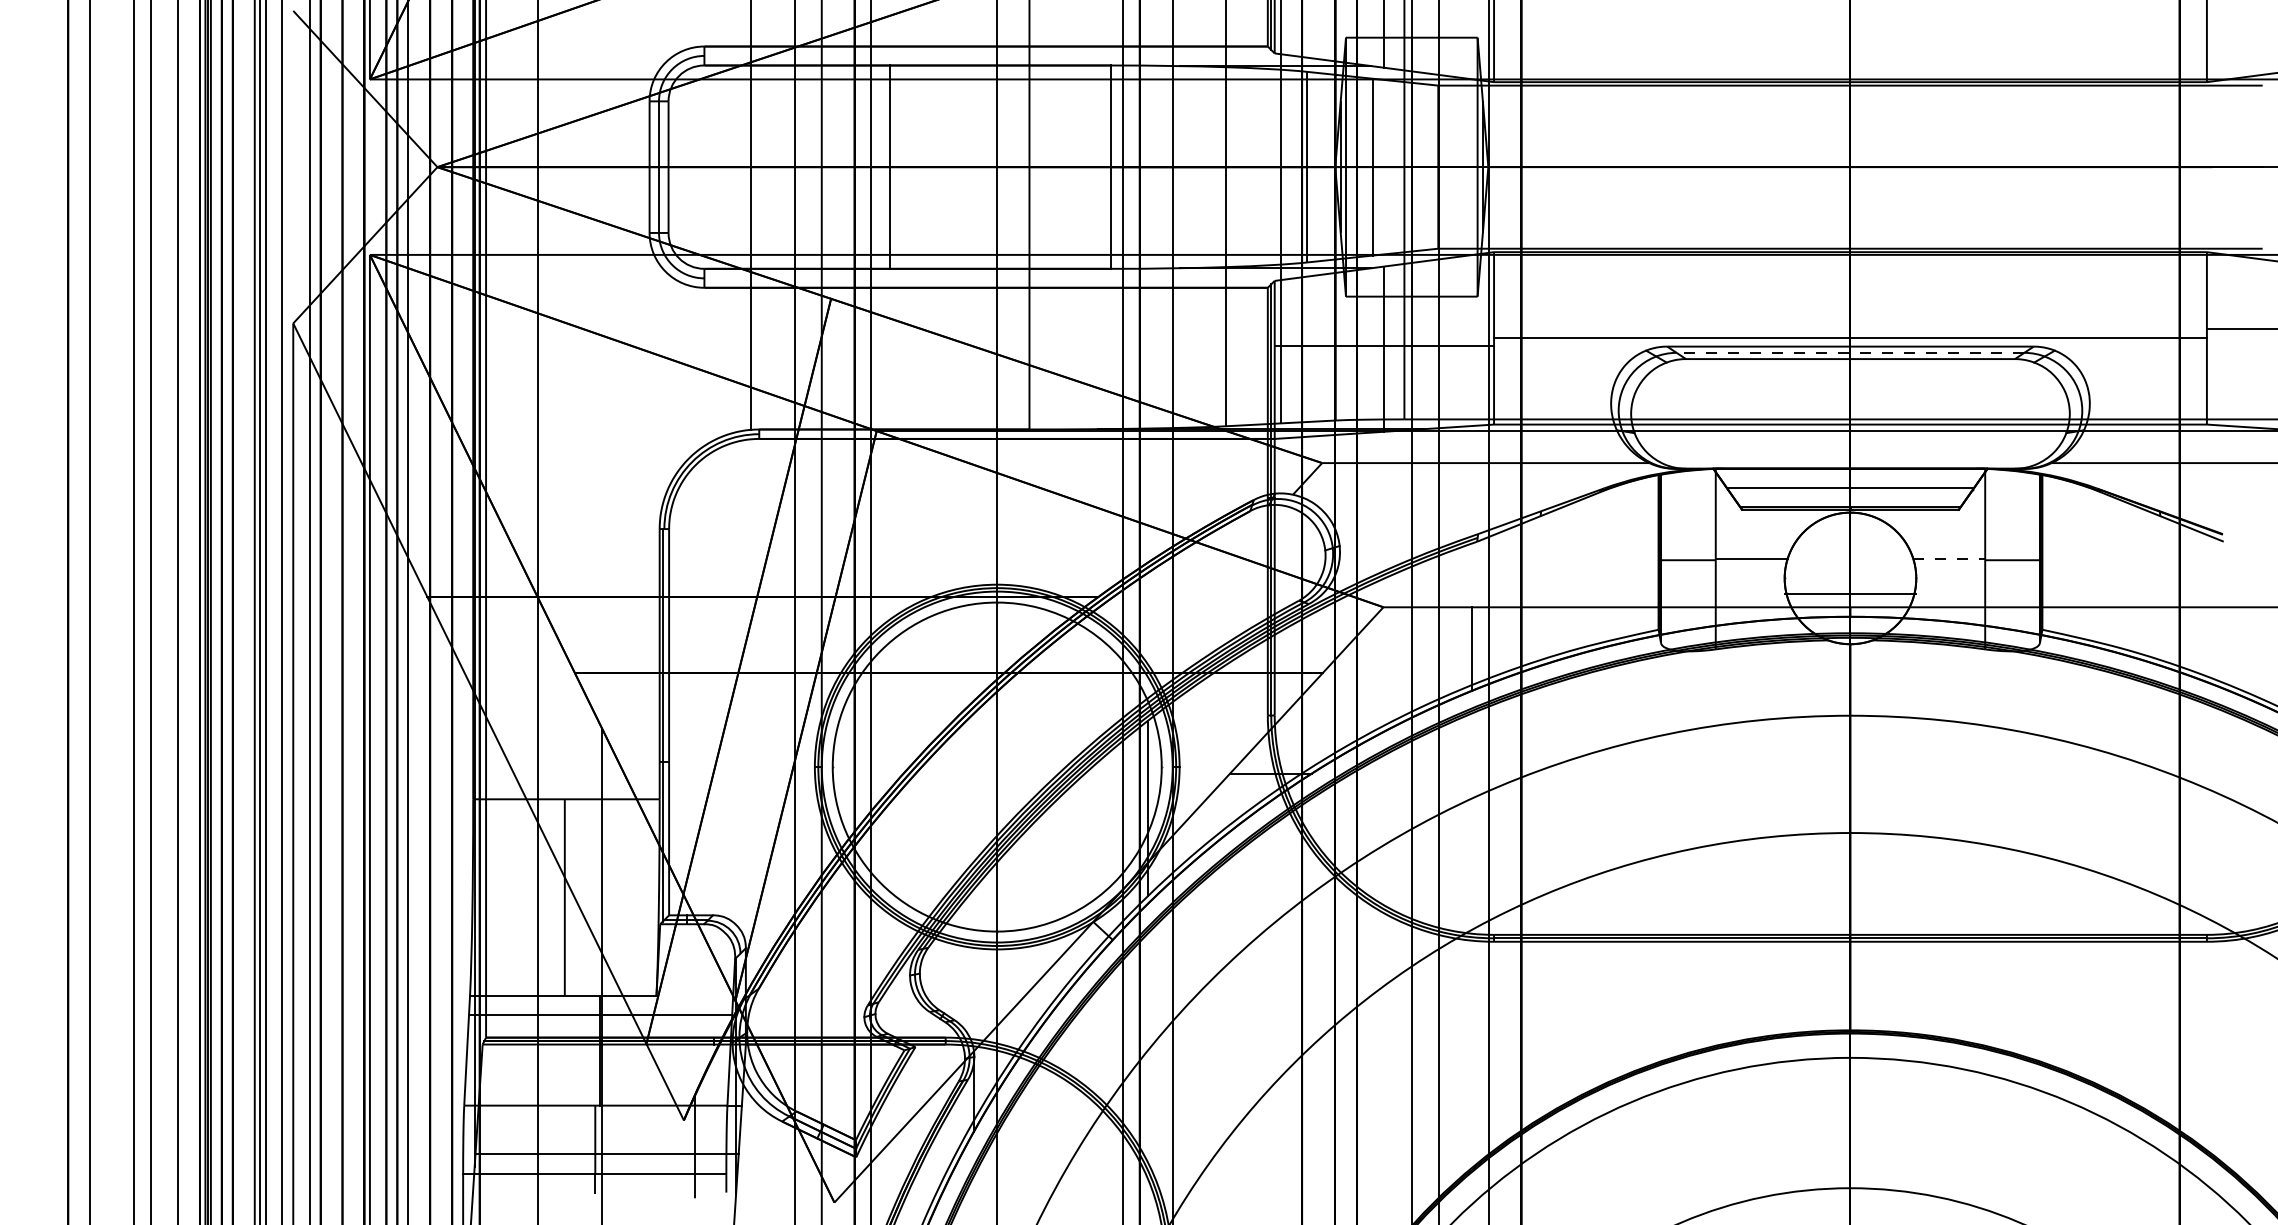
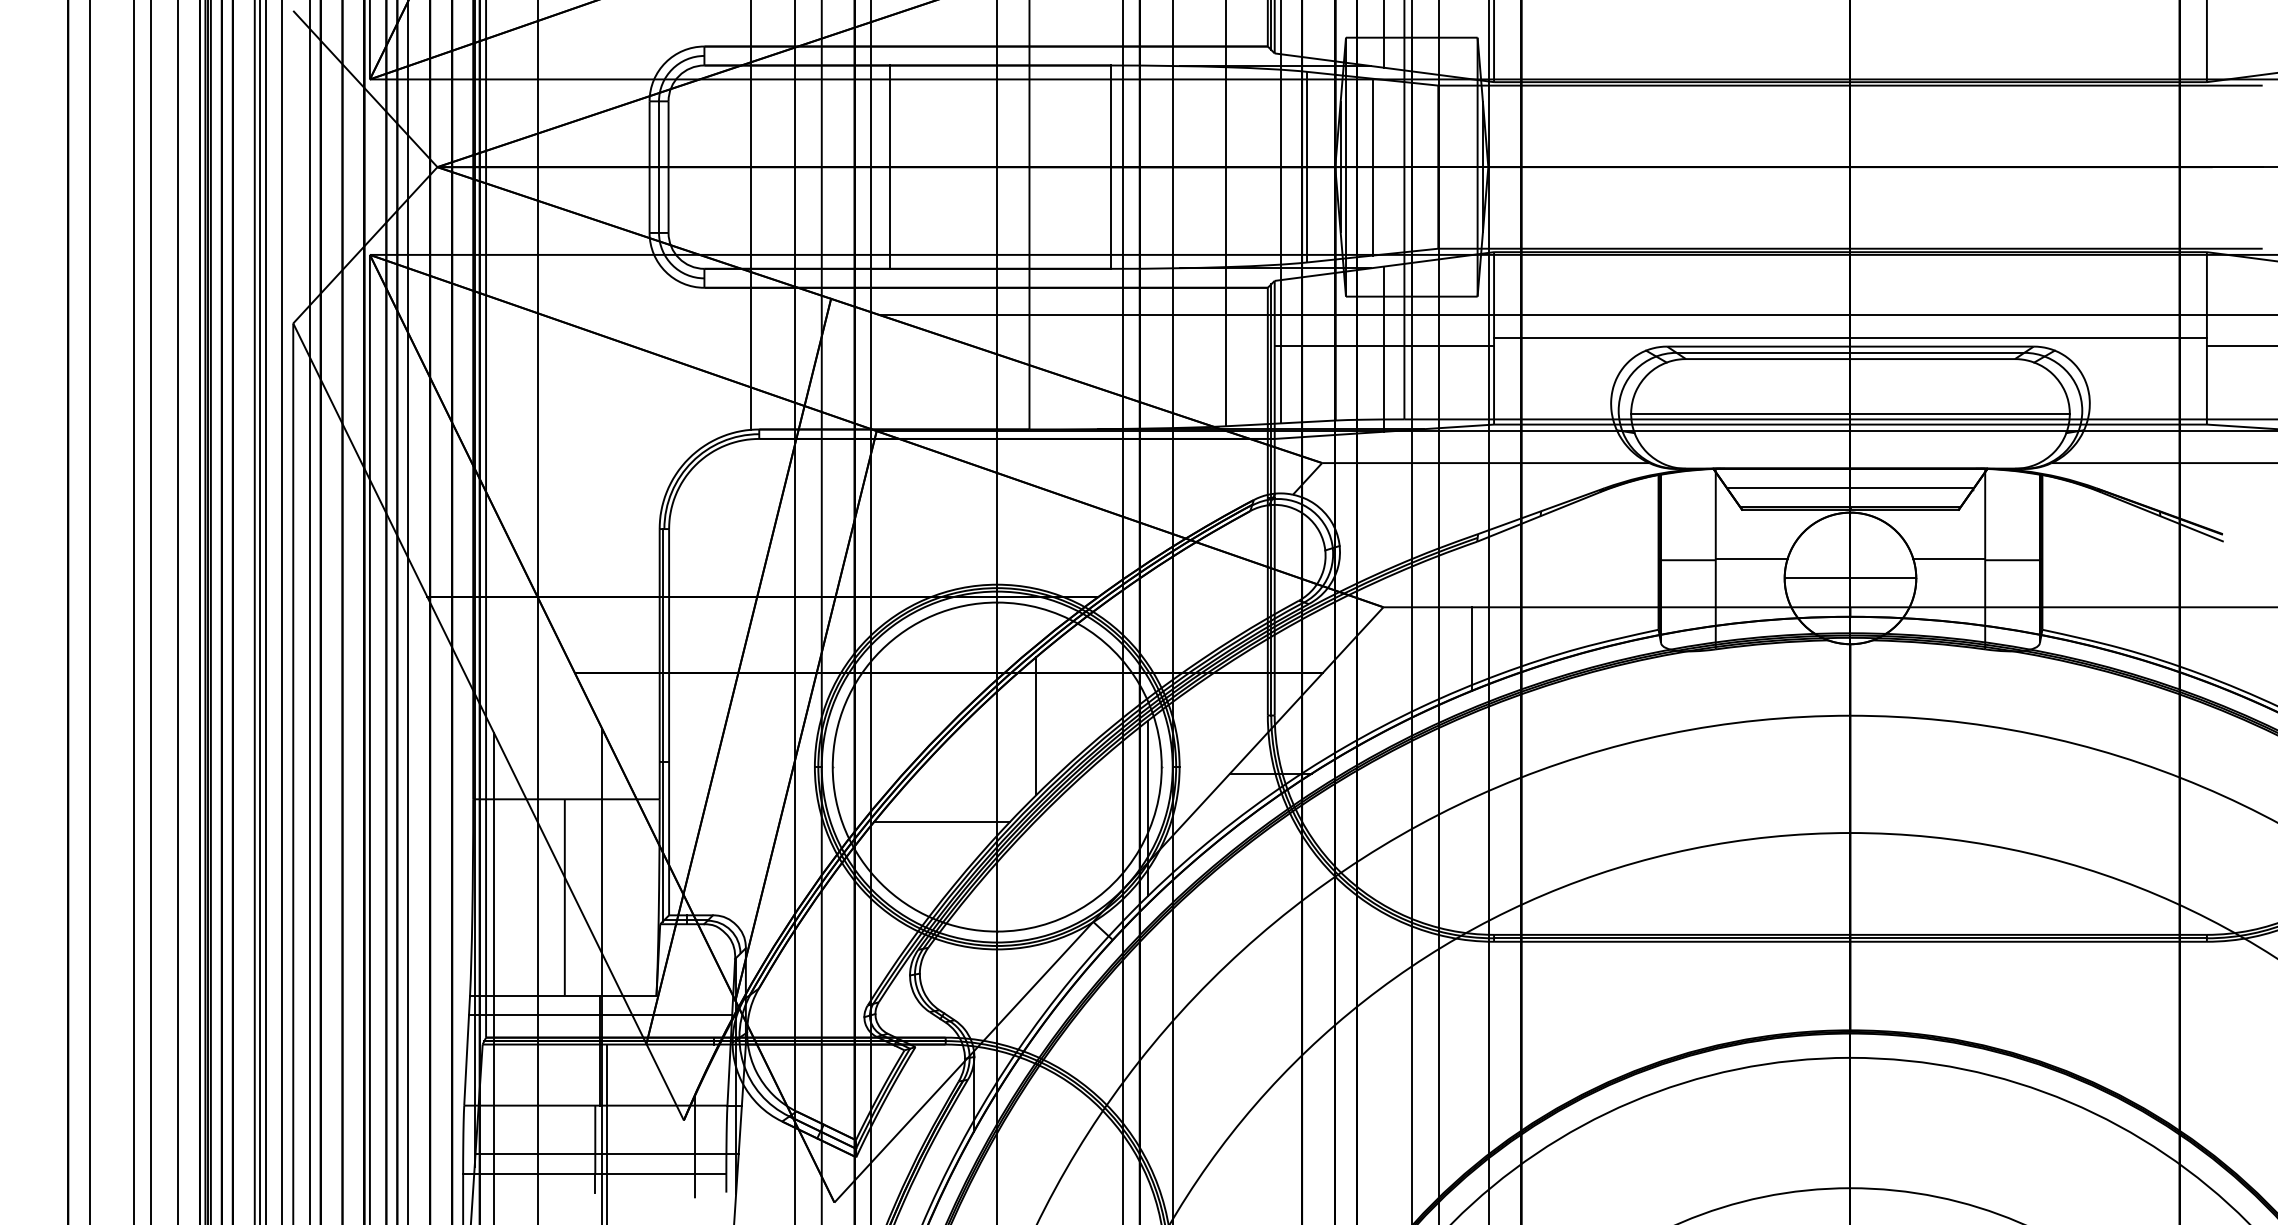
line at (1576, 315): none -> present
line at (2240, 328) position: (2240, 328) -> (2240, 345)
line at (1850, 352): dashed -> solid
line at (1850, 413): none -> present
line at (1949, 559): dashed -> solid
line at (1850, 594) position: (1850, 594) -> (1850, 578)
line at (1036, 725): none -> present
line at (941, 822): none -> present
line at (494, 977): none -> present
line at (607, 1132): none -> present
